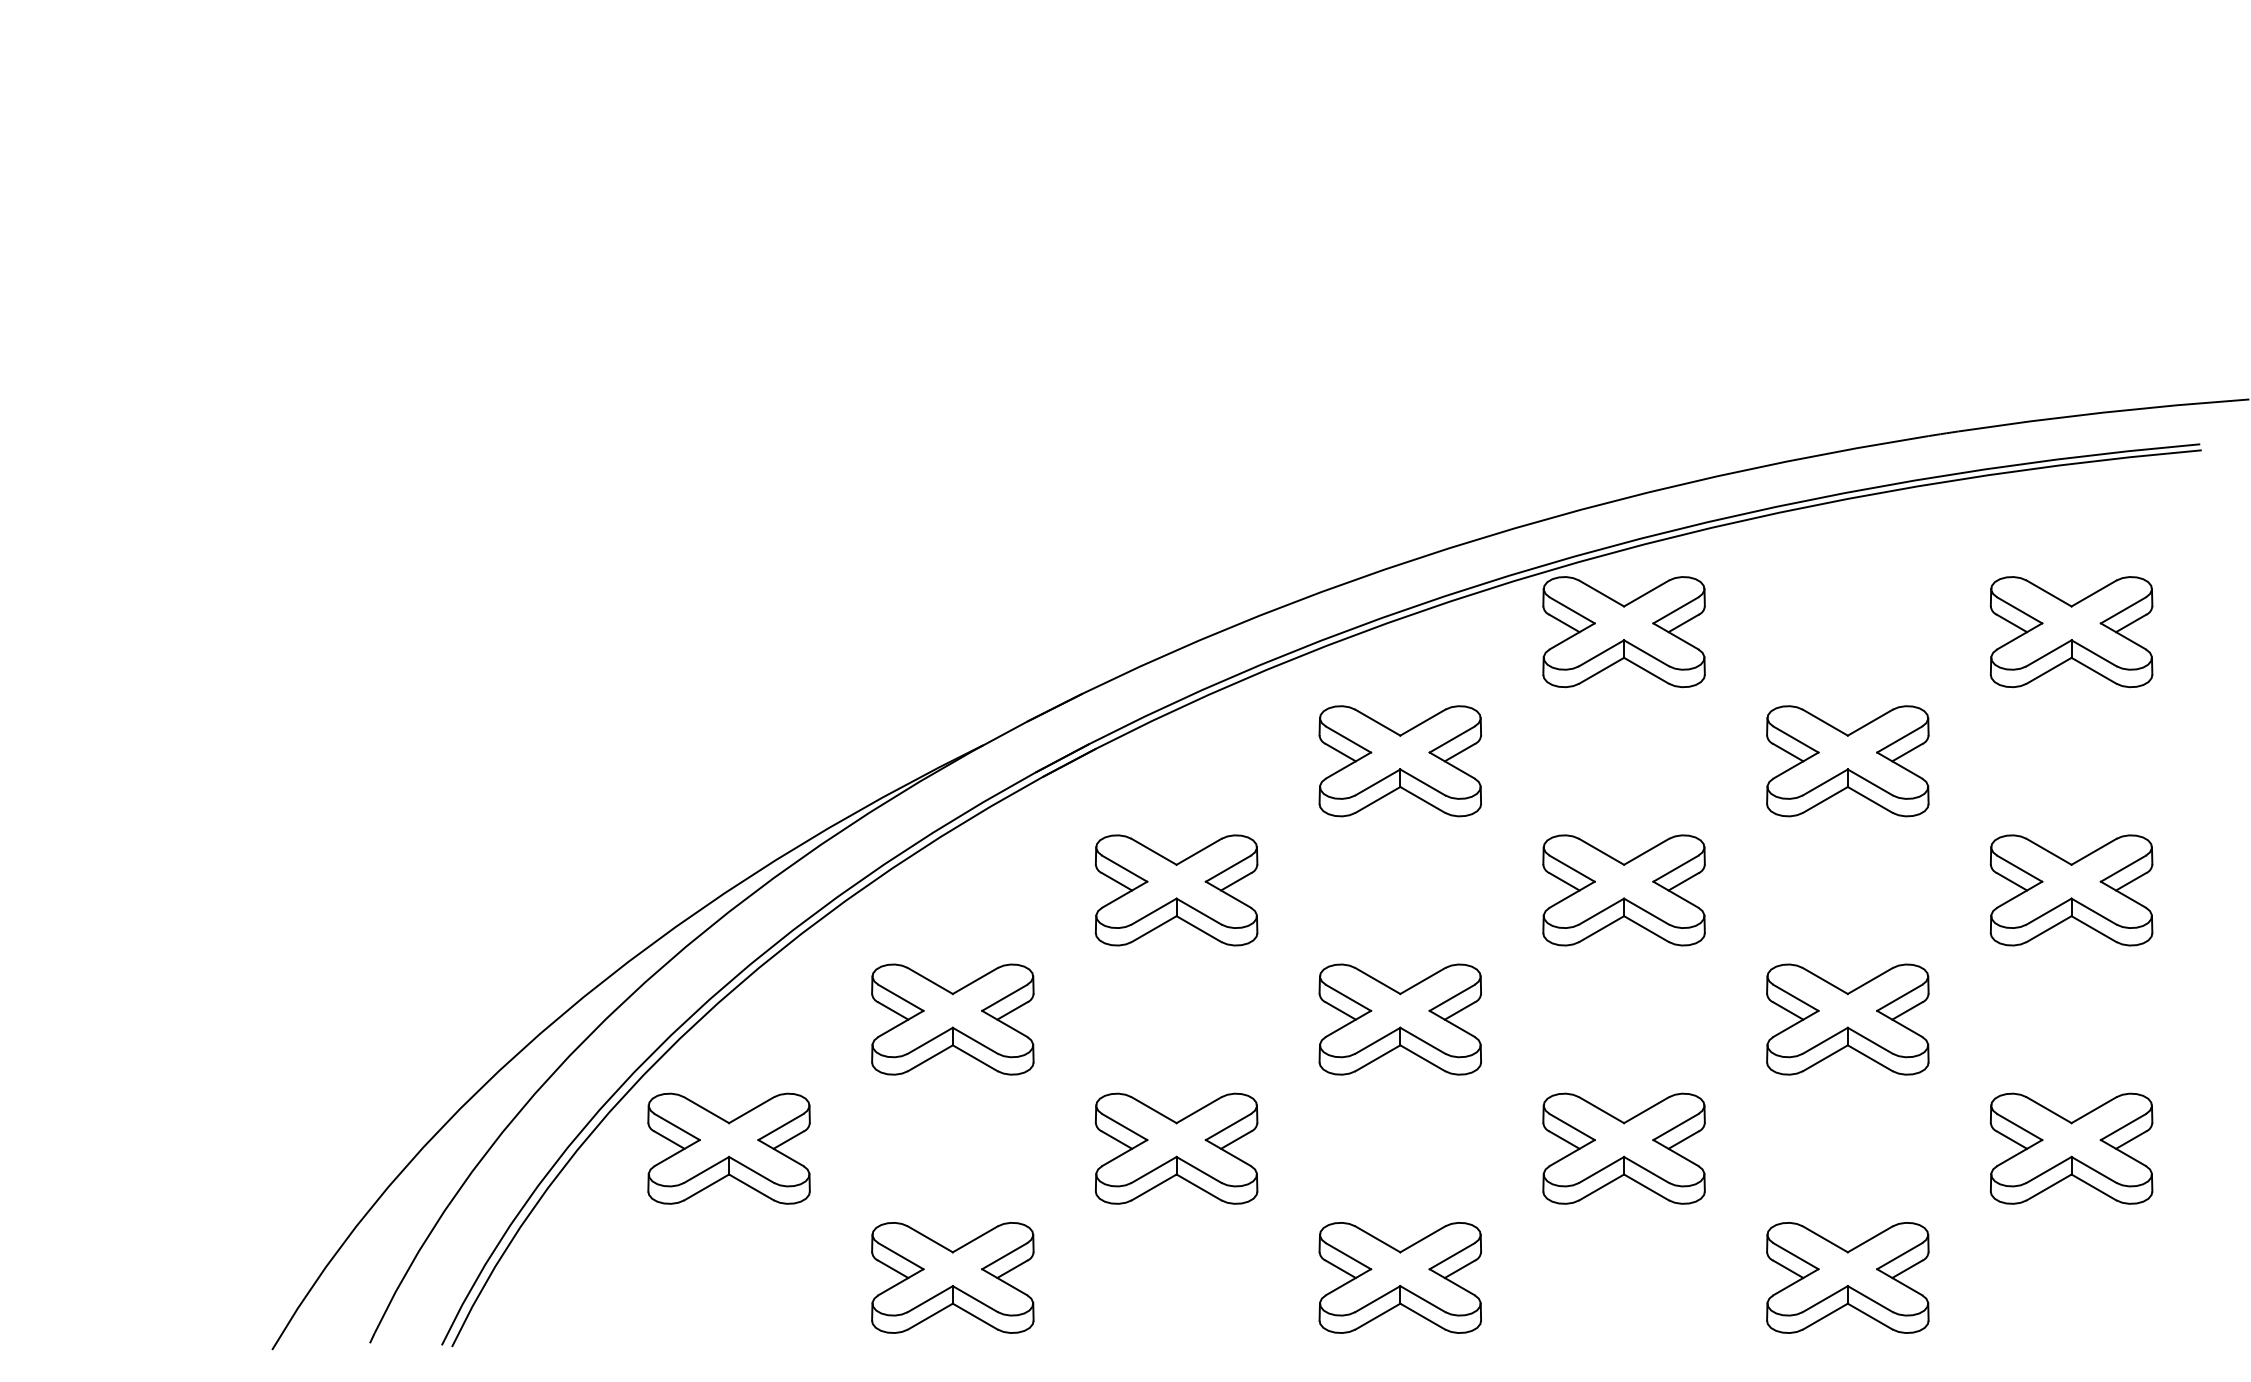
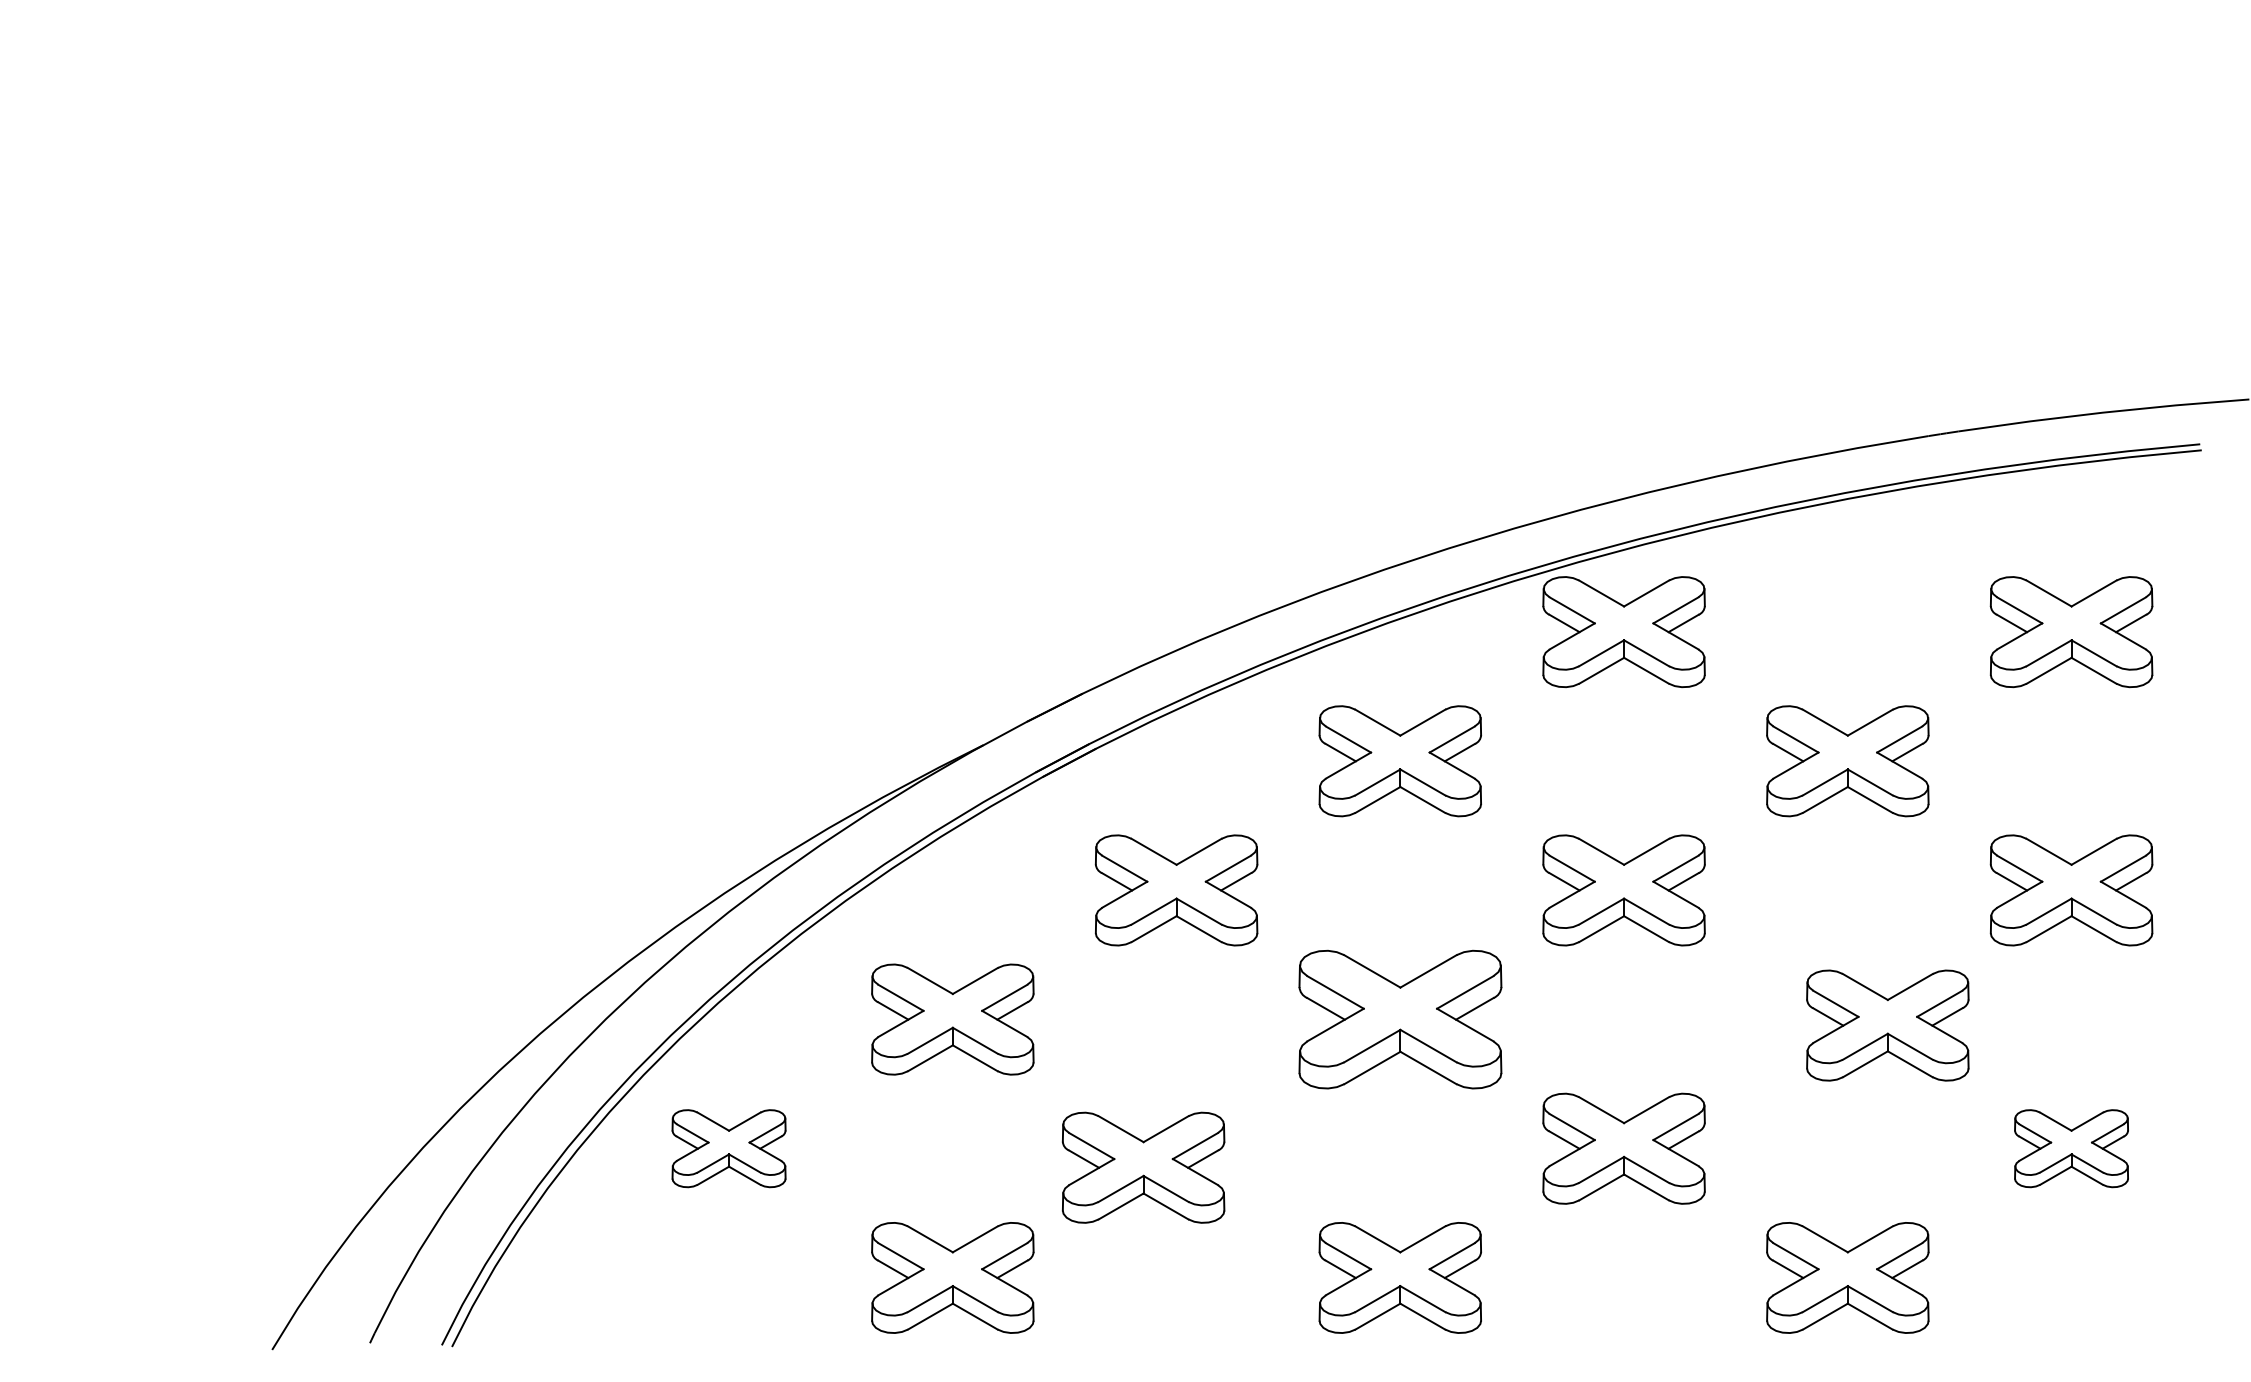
part at (1399, 1019) size: 164x113 px -> 205x141 px
part at (1847, 1019) position: (1847, 1019) -> (1887, 1025)
part at (728, 1148) size: 164x113 px -> 116x80 px
part at (1176, 1148) position: (1176, 1148) -> (1143, 1167)
part at (2071, 1148) size: 165x113 px -> 115x80 px
